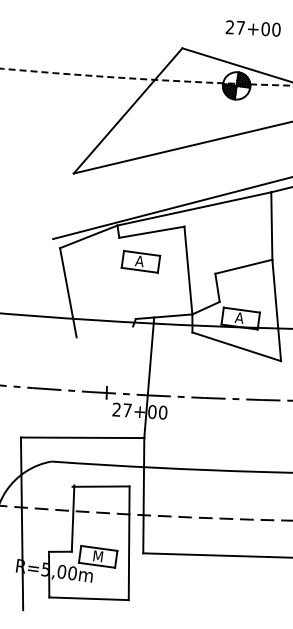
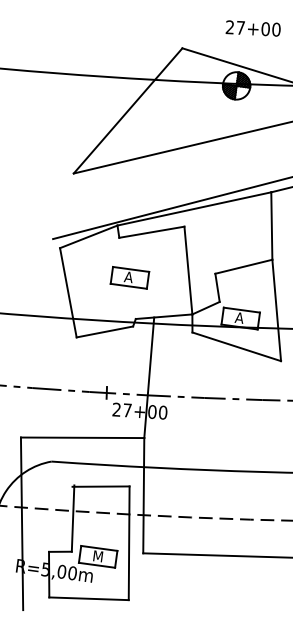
arc at (147, 79): dashed -> solid
part at (140, 261) position: (140, 261) -> (129, 277)
line at (104, 331): none -> present
